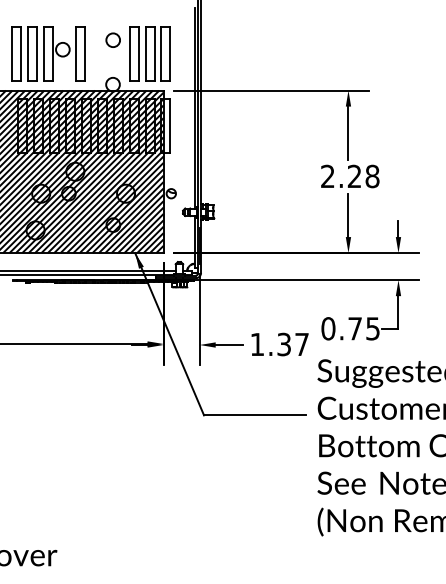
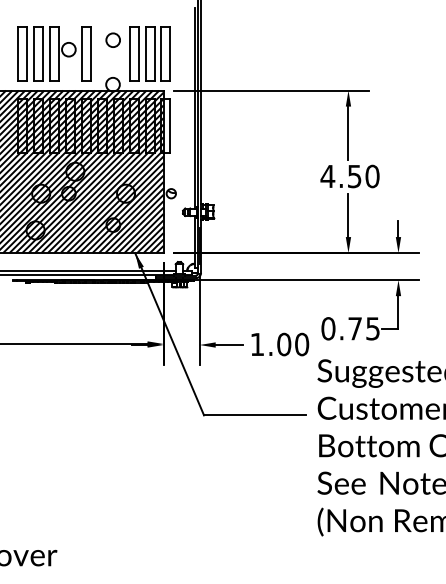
part at (48, 53) position: (48, 53) -> (54, 53)
text at (349, 176): 2.28 -> 4.50
text at (293, 344): 1.37 -> 1.00
